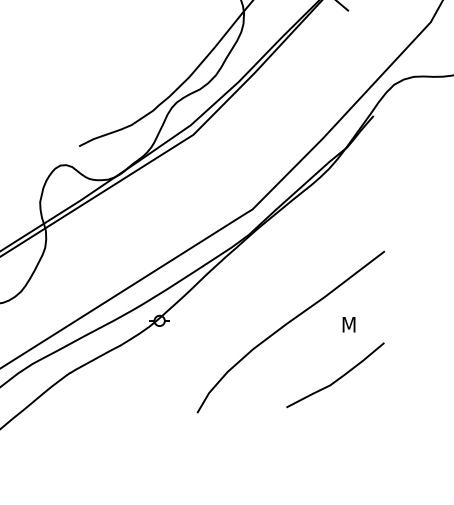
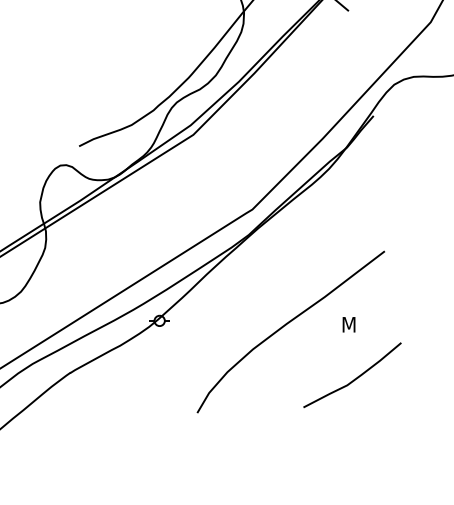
curve at (337, 378) position: (337, 378) -> (354, 378)
